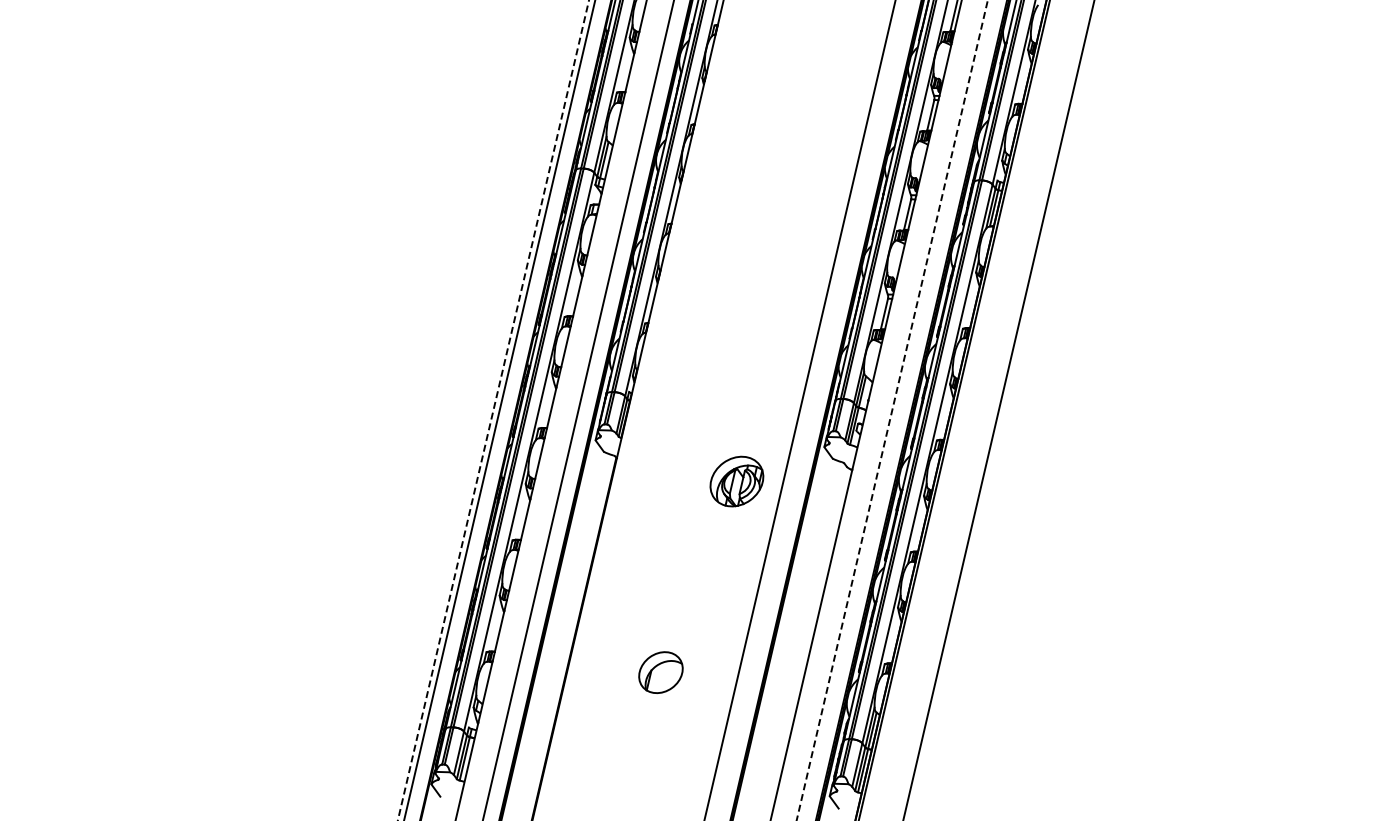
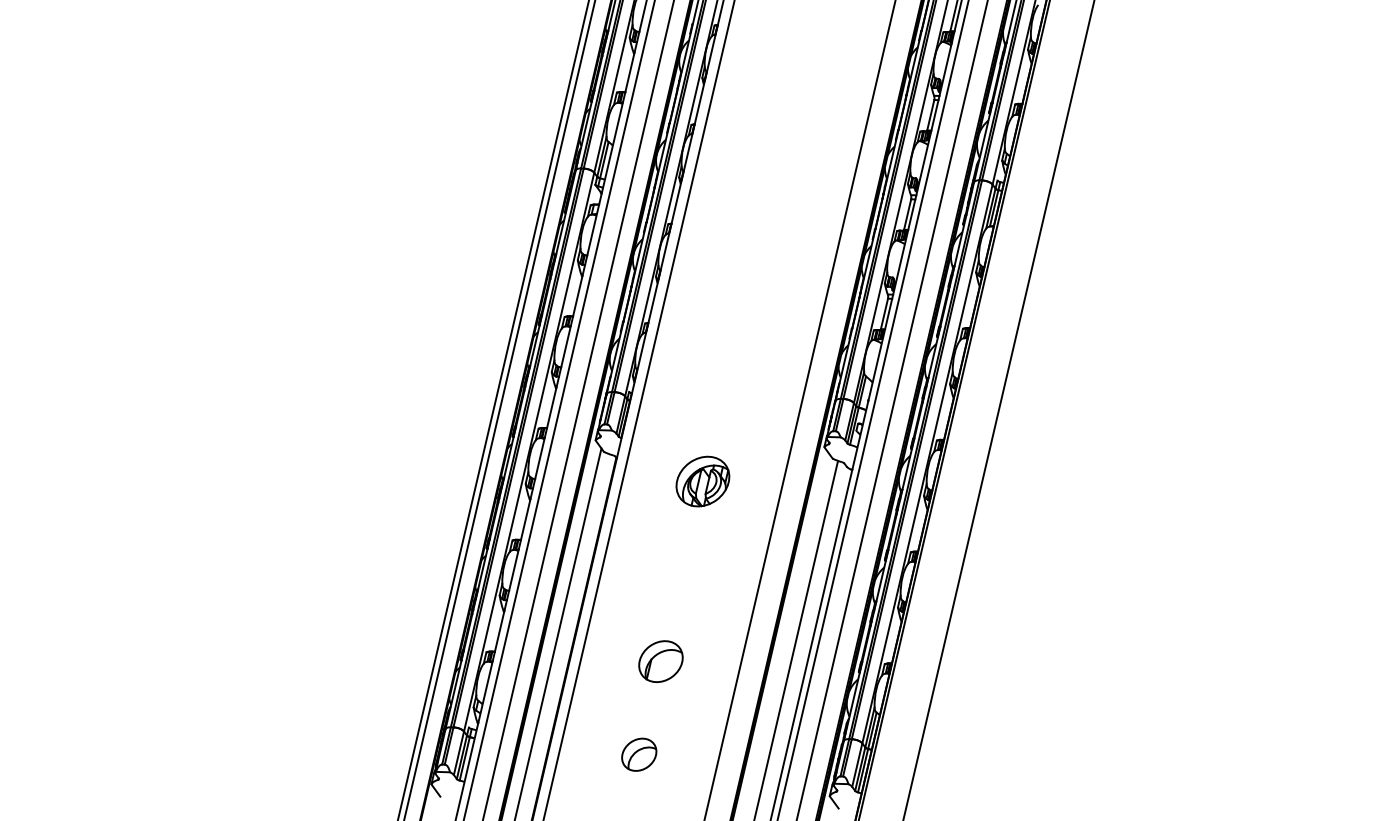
line at (559, 409): none -> present
line at (639, 409): none -> present
line at (873, 409): none -> present
line at (493, 410): dashed -> solid
line at (892, 410): dashed -> solid
part at (736, 481) position: (736, 481) -> (702, 481)
line at (558, 632): none -> present
line at (796, 638): none -> present
part at (660, 672) position: (660, 672) -> (660, 661)
part at (639, 754): none -> present
